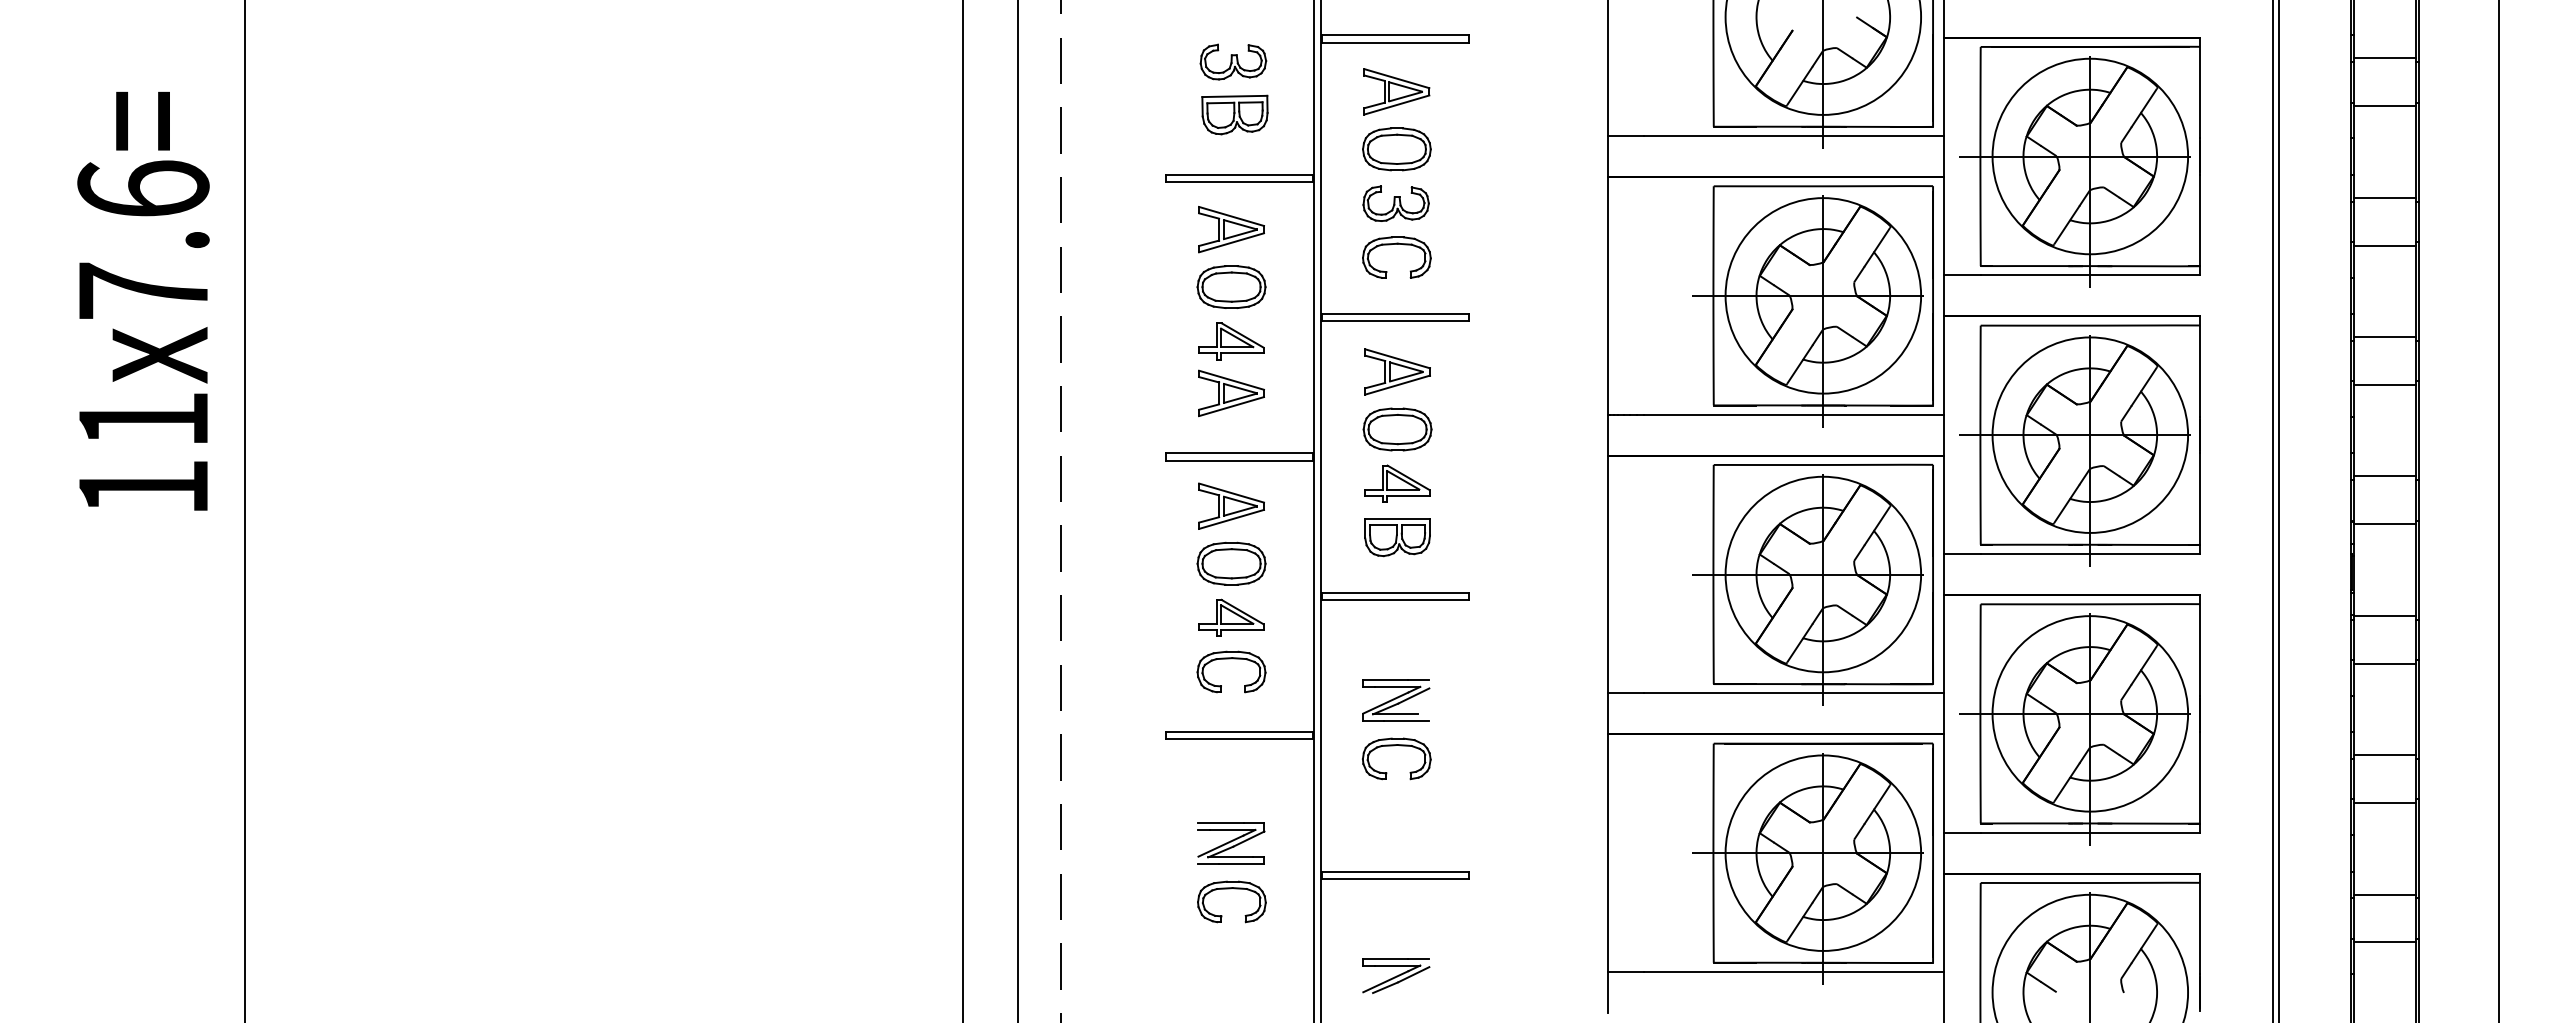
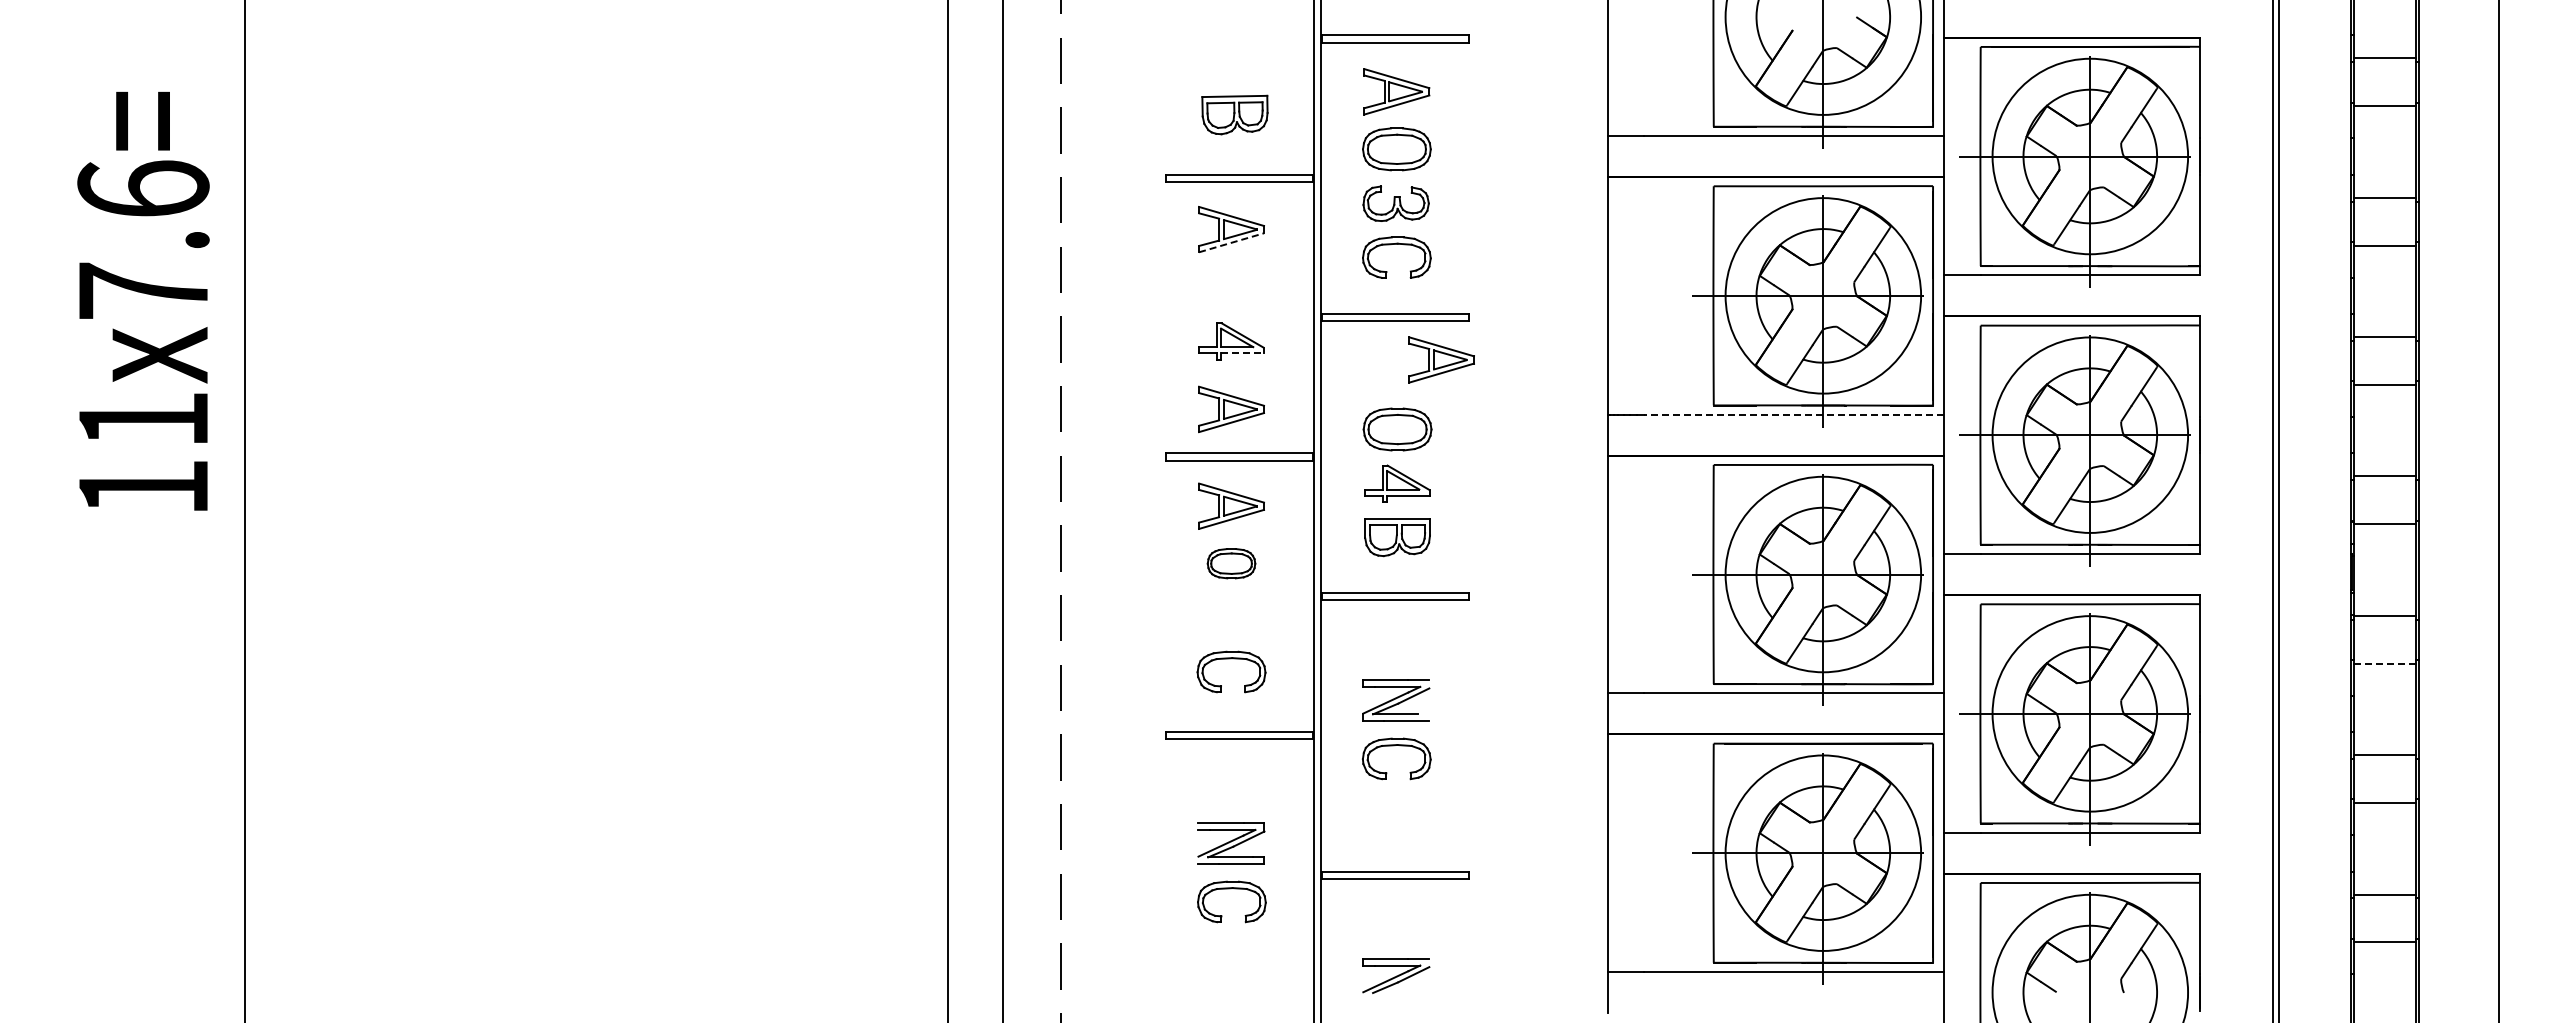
part at (1233, 61): present -> none
line at (1231, 242): solid -> dashed
part at (1231, 286): present -> none
line at (1242, 353): solid -> dashed
part at (1397, 371) position: (1397, 371) -> (1441, 359)
part at (1231, 393) position: (1231, 393) -> (1231, 409)
line at (1794, 414): solid -> dashed
line at (962, 510) position: (962, 510) -> (947, 510)
line at (1017, 510) position: (1017, 510) -> (1002, 510)
part at (1231, 563) size: 71x45 px -> 51x32 px
part at (1231, 617): present -> none
line at (2385, 663): solid -> dashed
